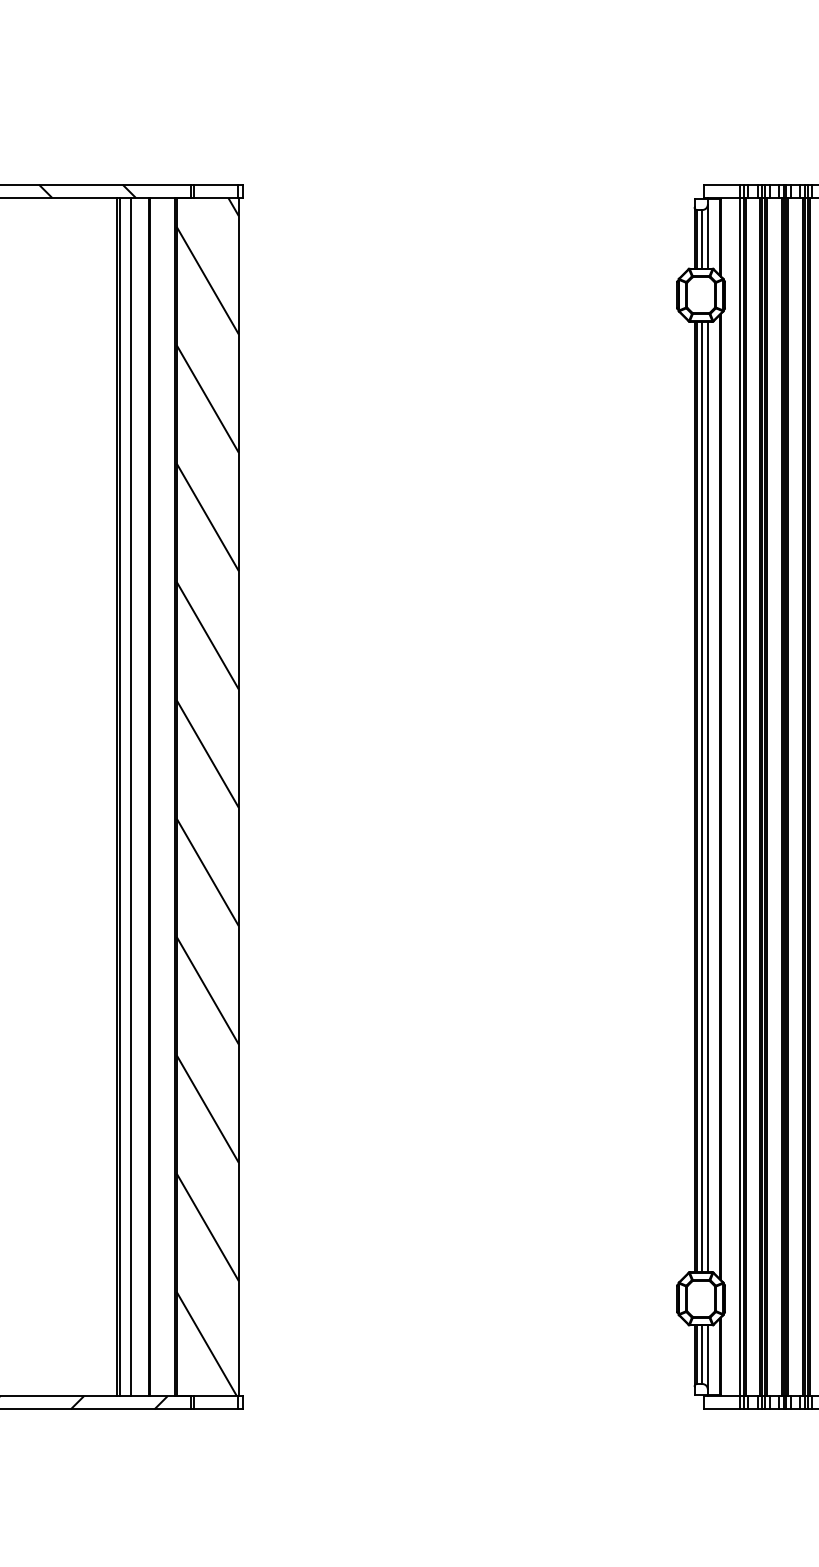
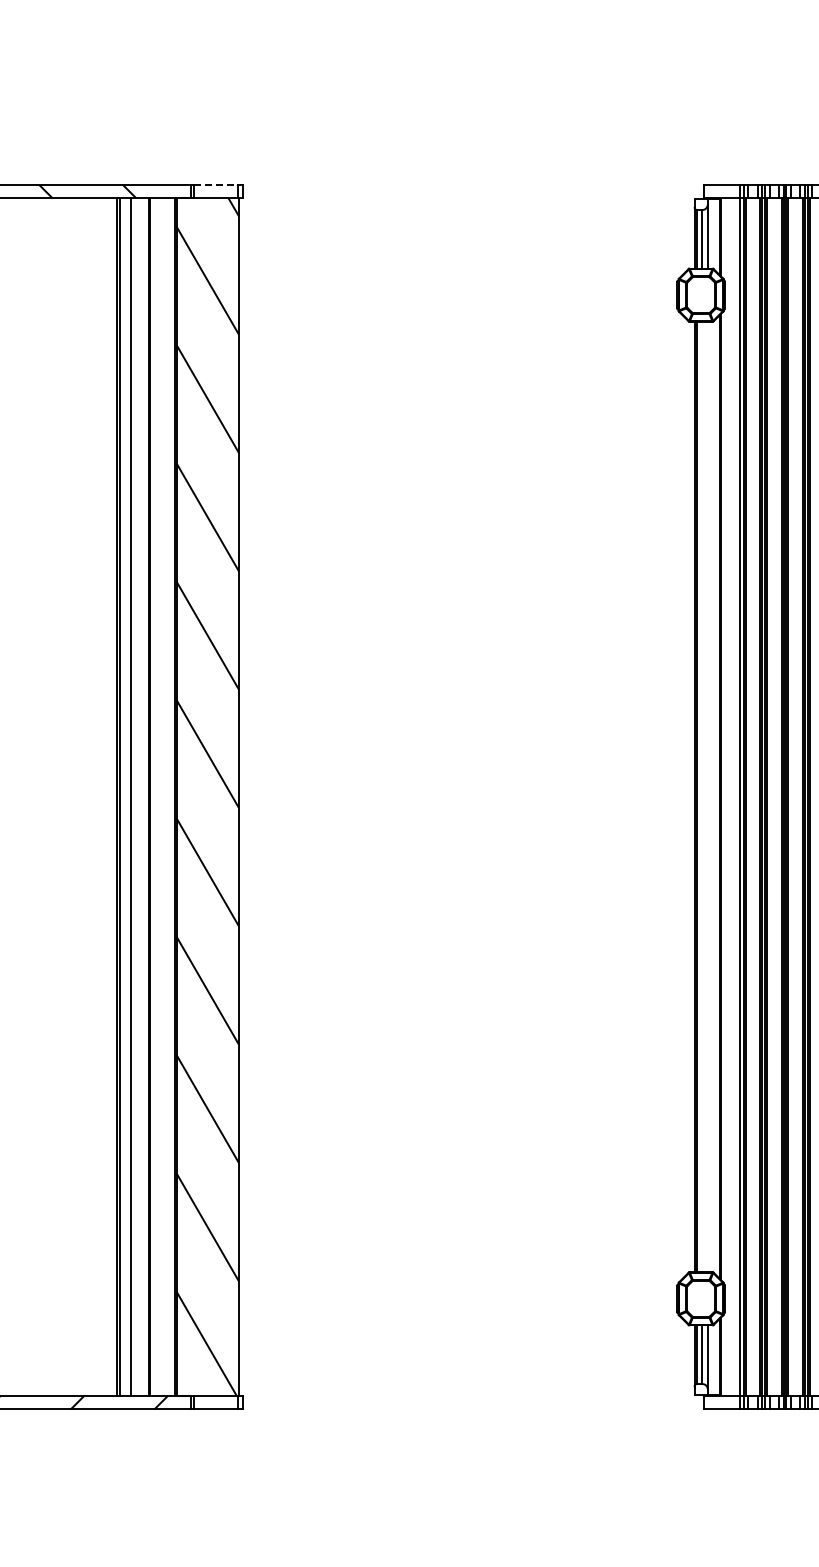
line at (216, 184): solid -> dashed
line at (702, 796): present -> none
line at (707, 796): present -> none
